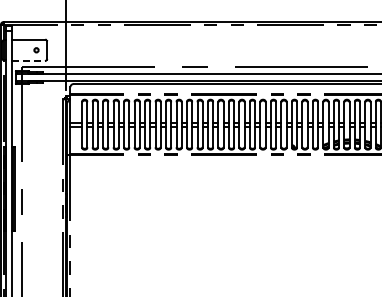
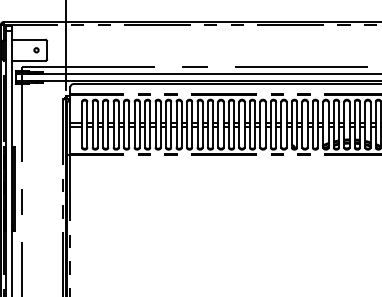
line at (29, 60): dashed -> solid
